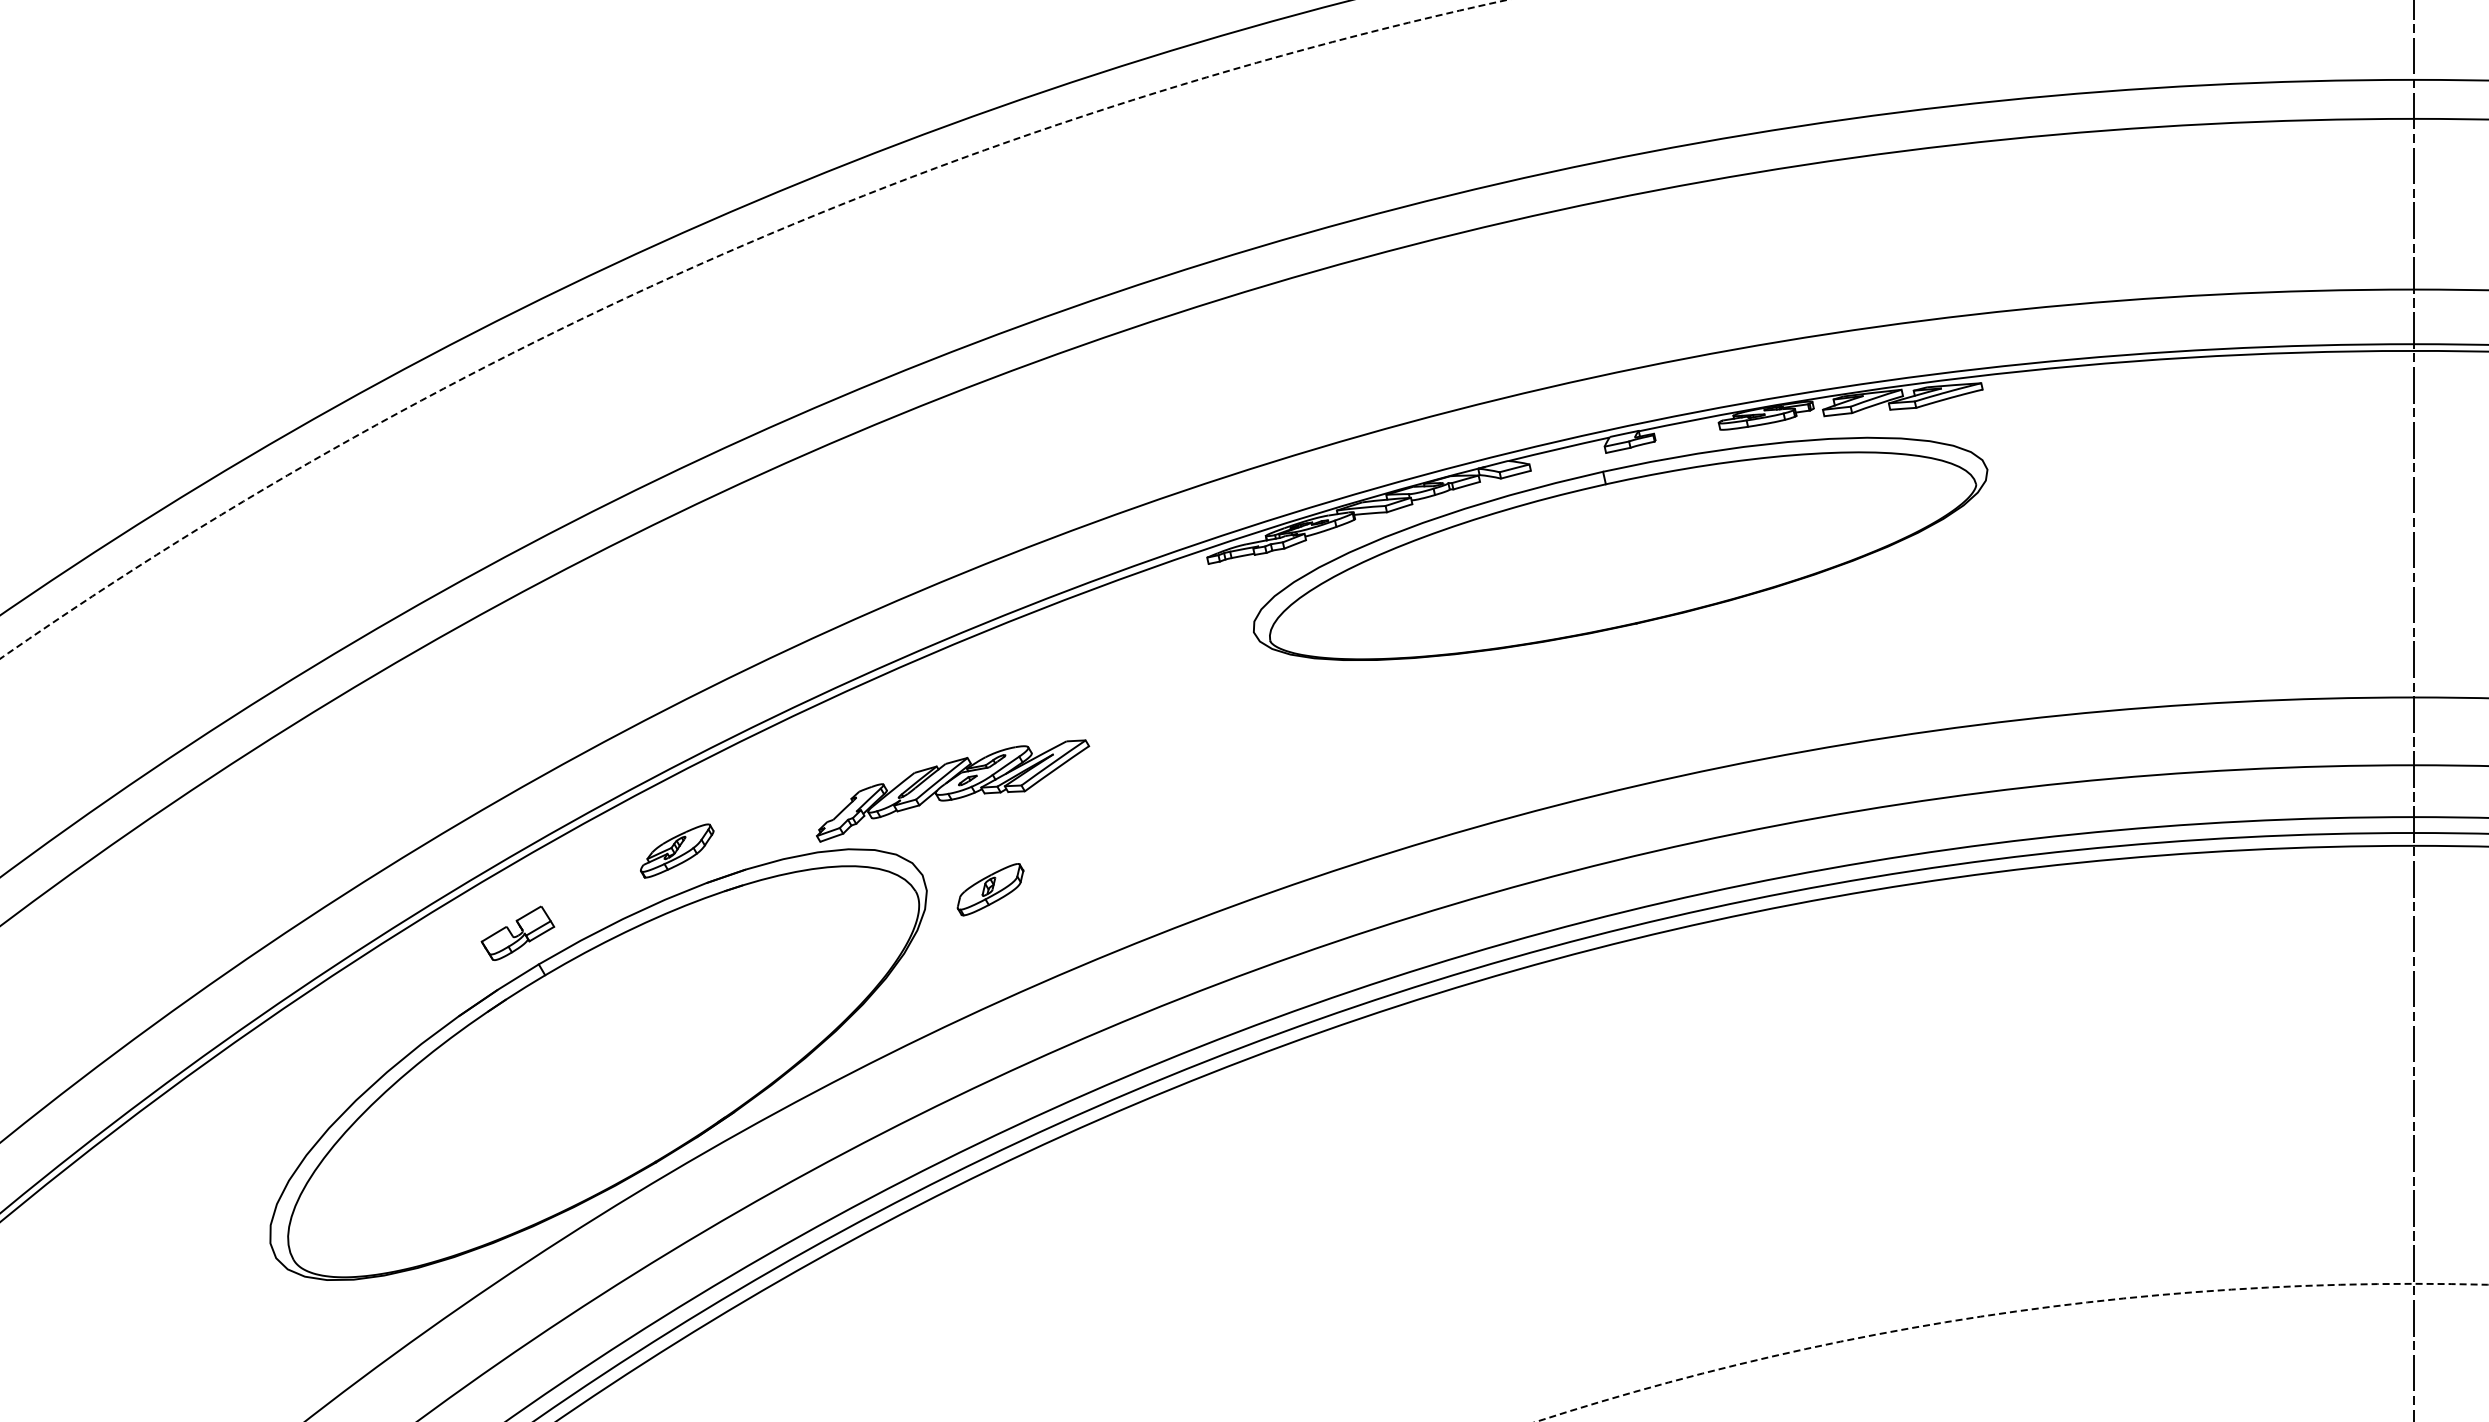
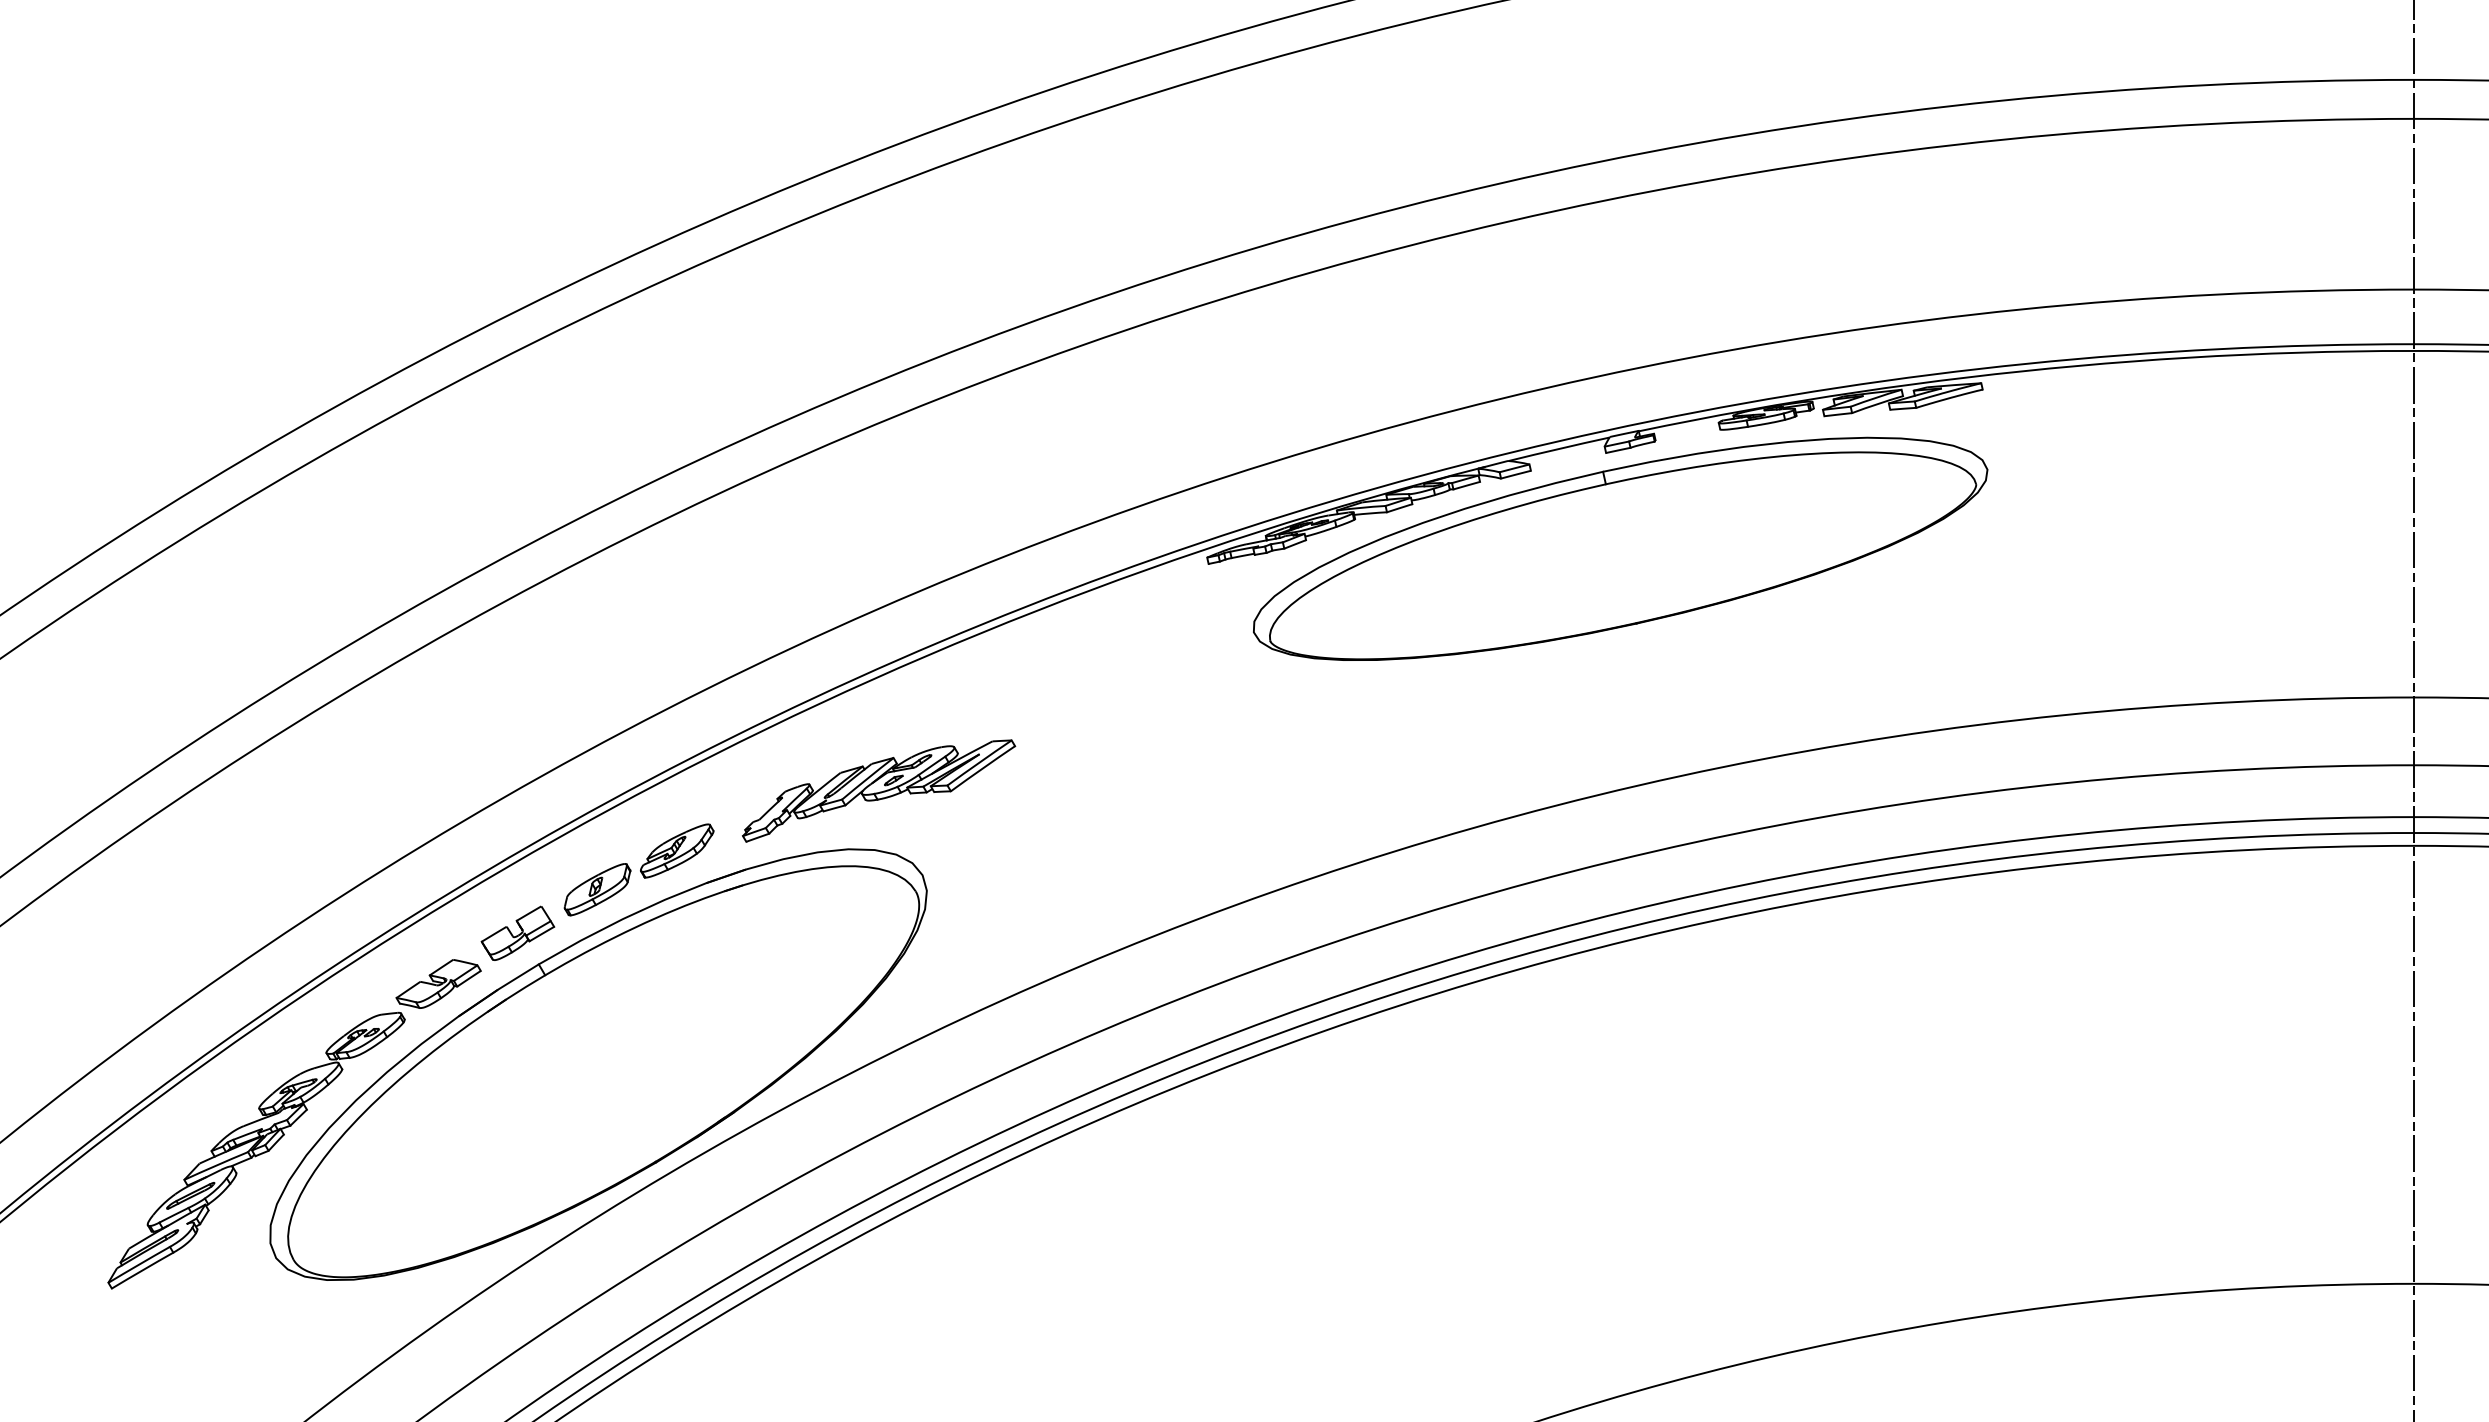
circle at (753, 329): dashed -> solid
part at (953, 790) position: (953, 790) -> (879, 790)
part at (990, 889) position: (990, 889) -> (597, 889)
part at (294, 1124): none -> present
circle at (2012, 1352): dashed -> solid
